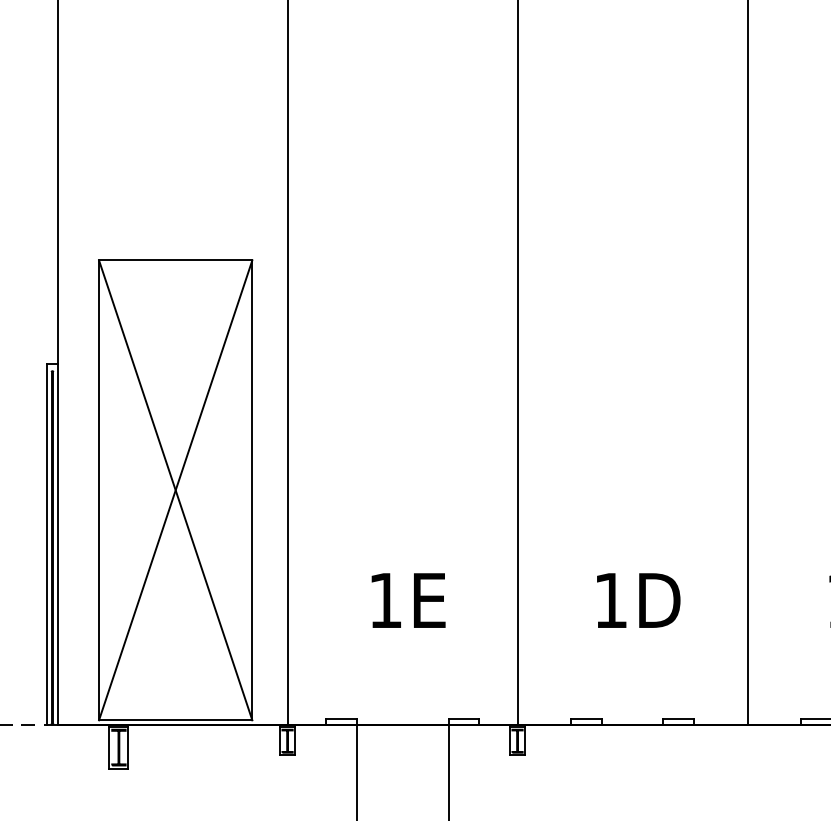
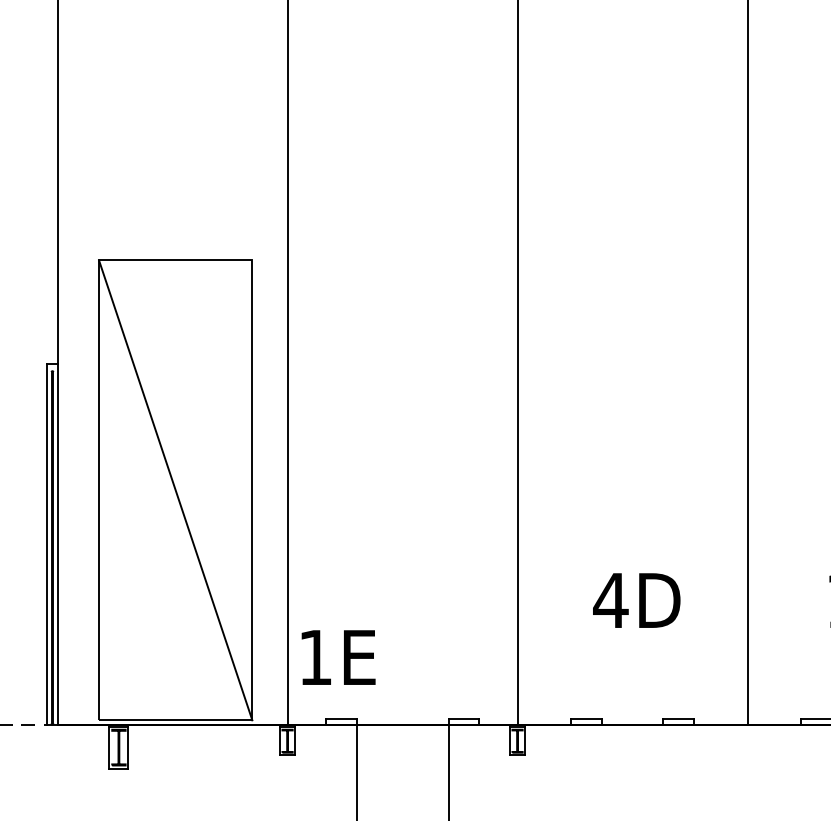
line at (175, 490): present -> none
text at (408, 600) position: (408, 600) -> (338, 657)
text at (610, 600): 1D -> 4D
